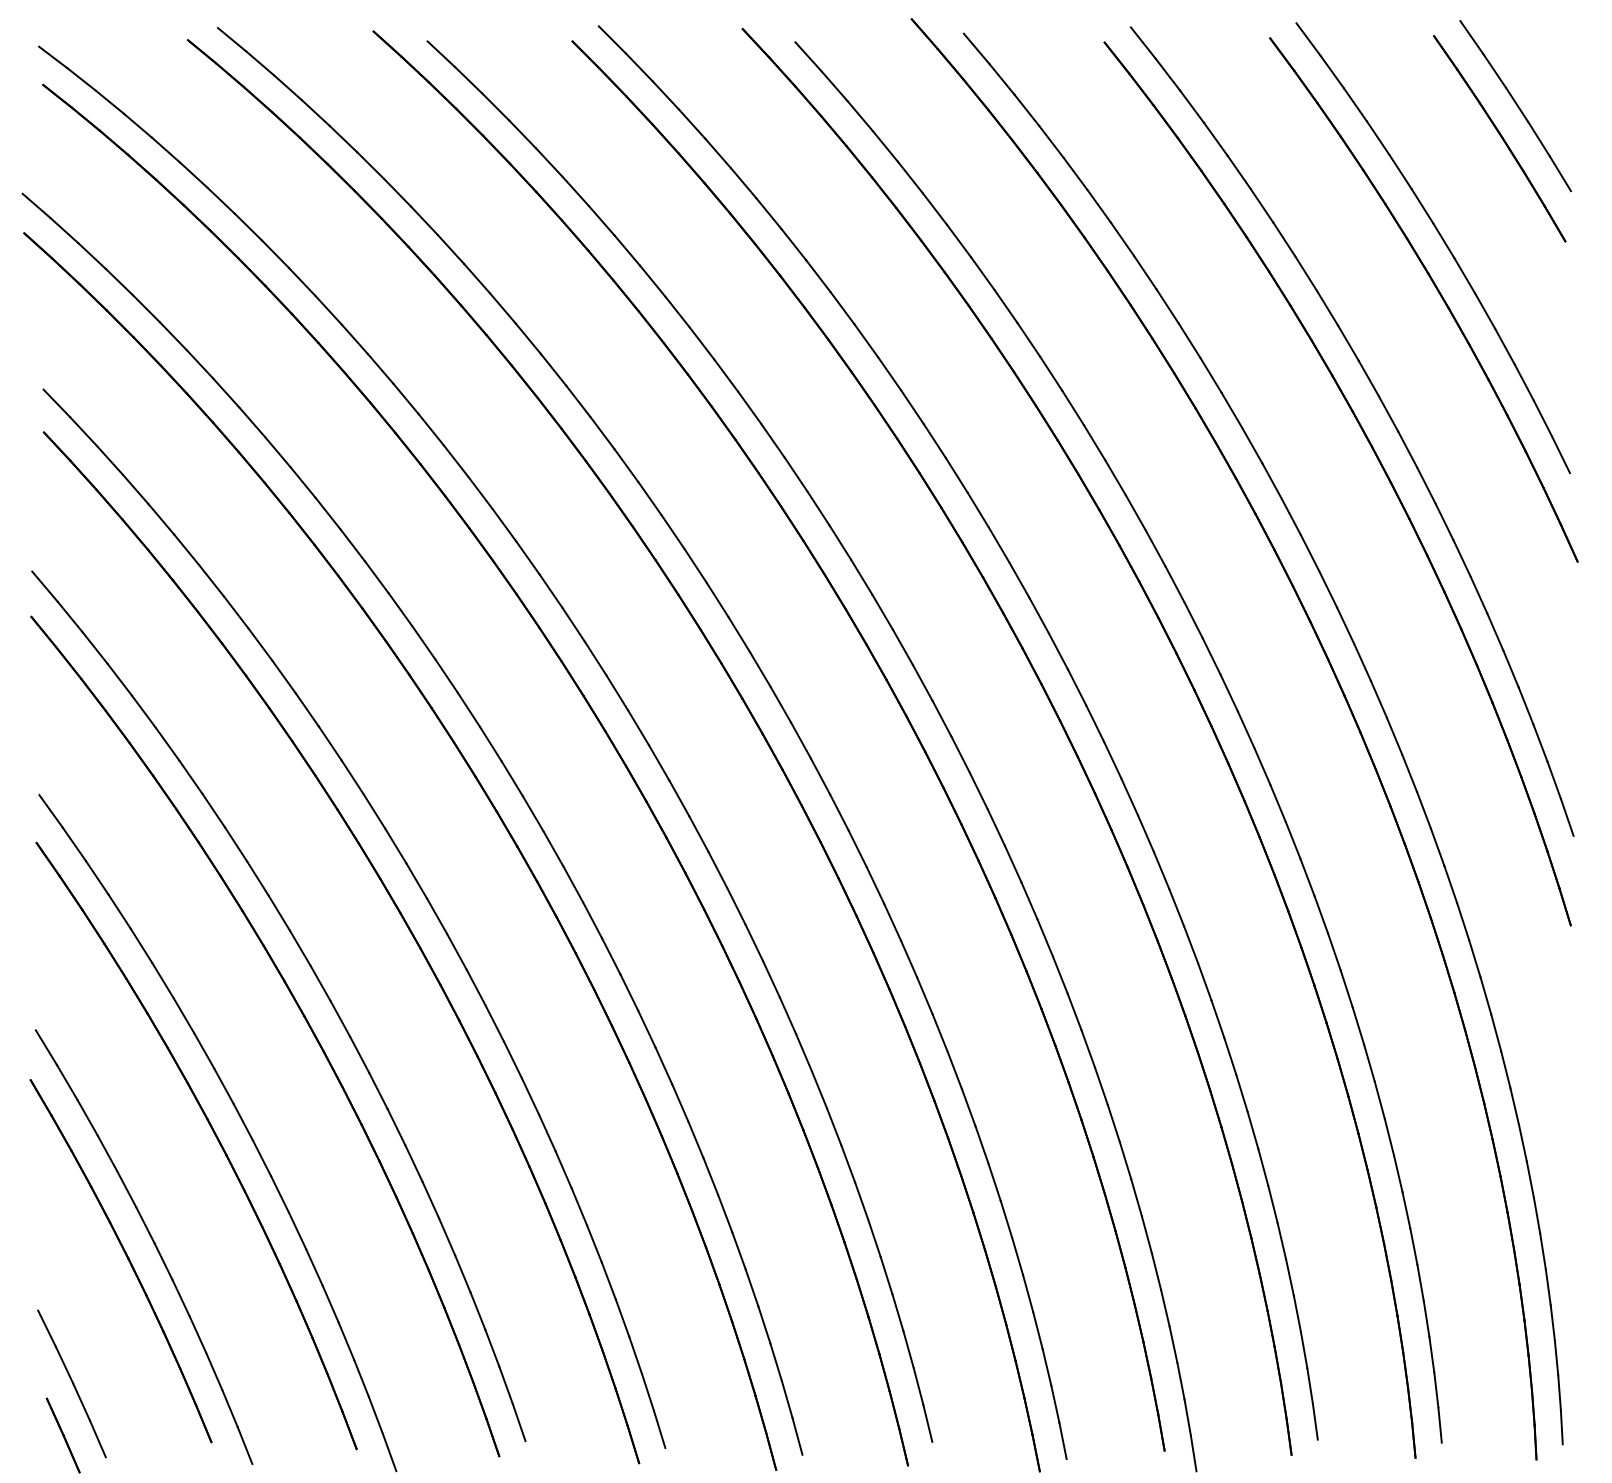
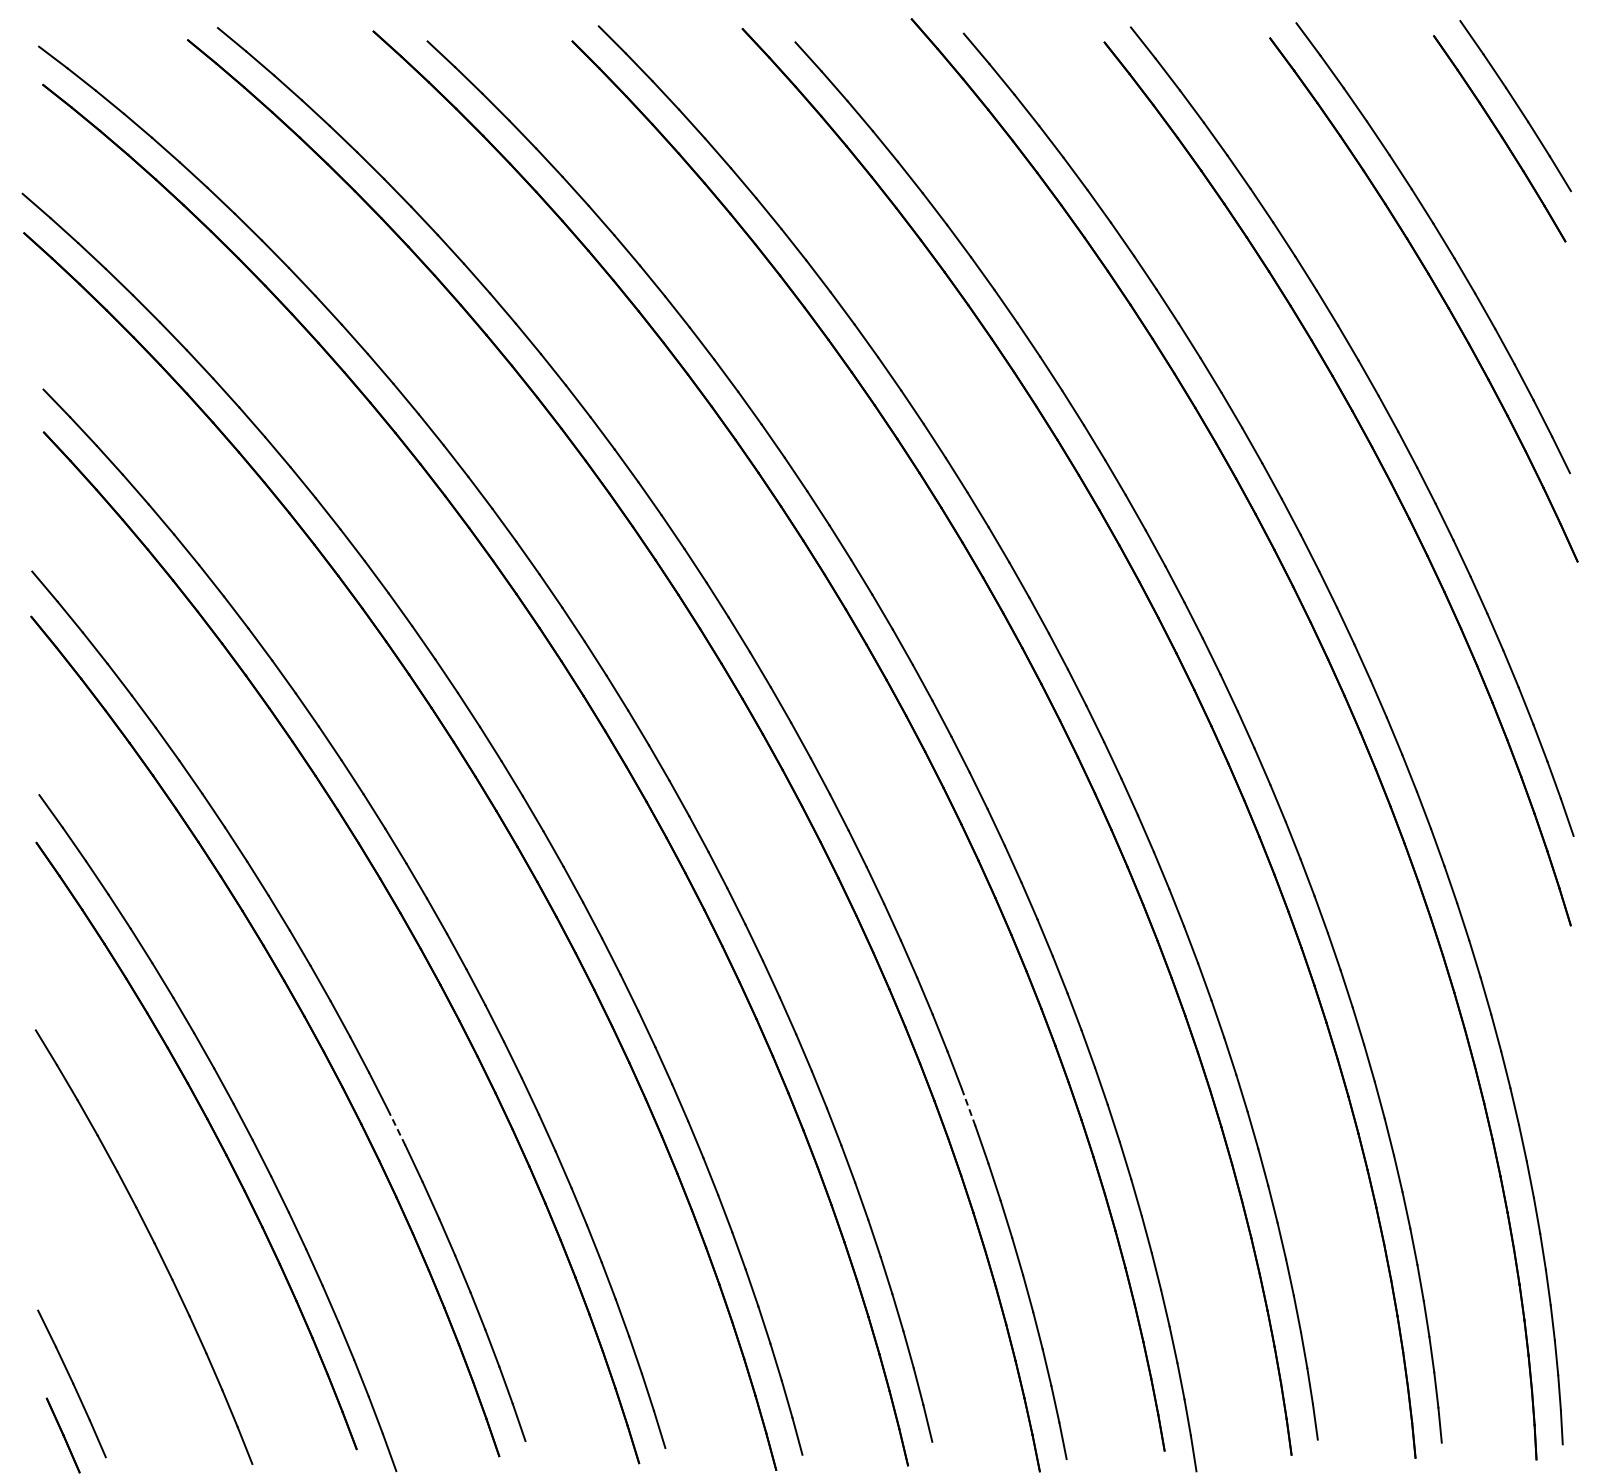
line at (968, 1107): solid -> dashed
line at (396, 1126): solid -> dashed
part at (126, 1257): present -> none
